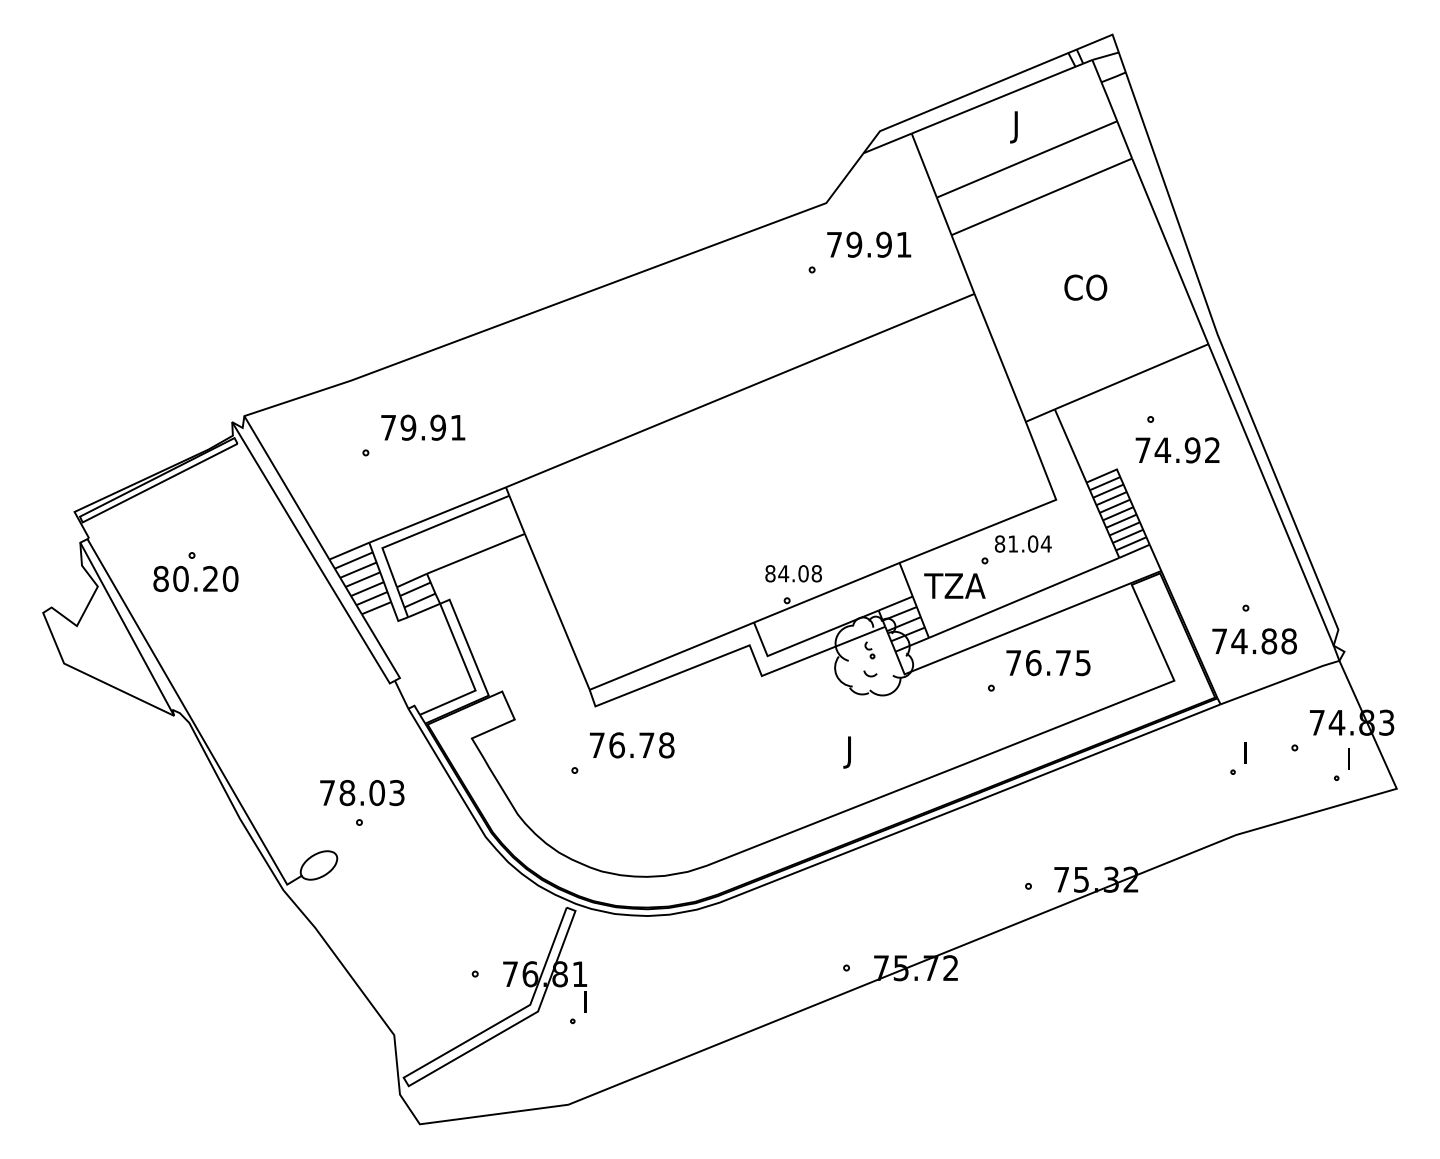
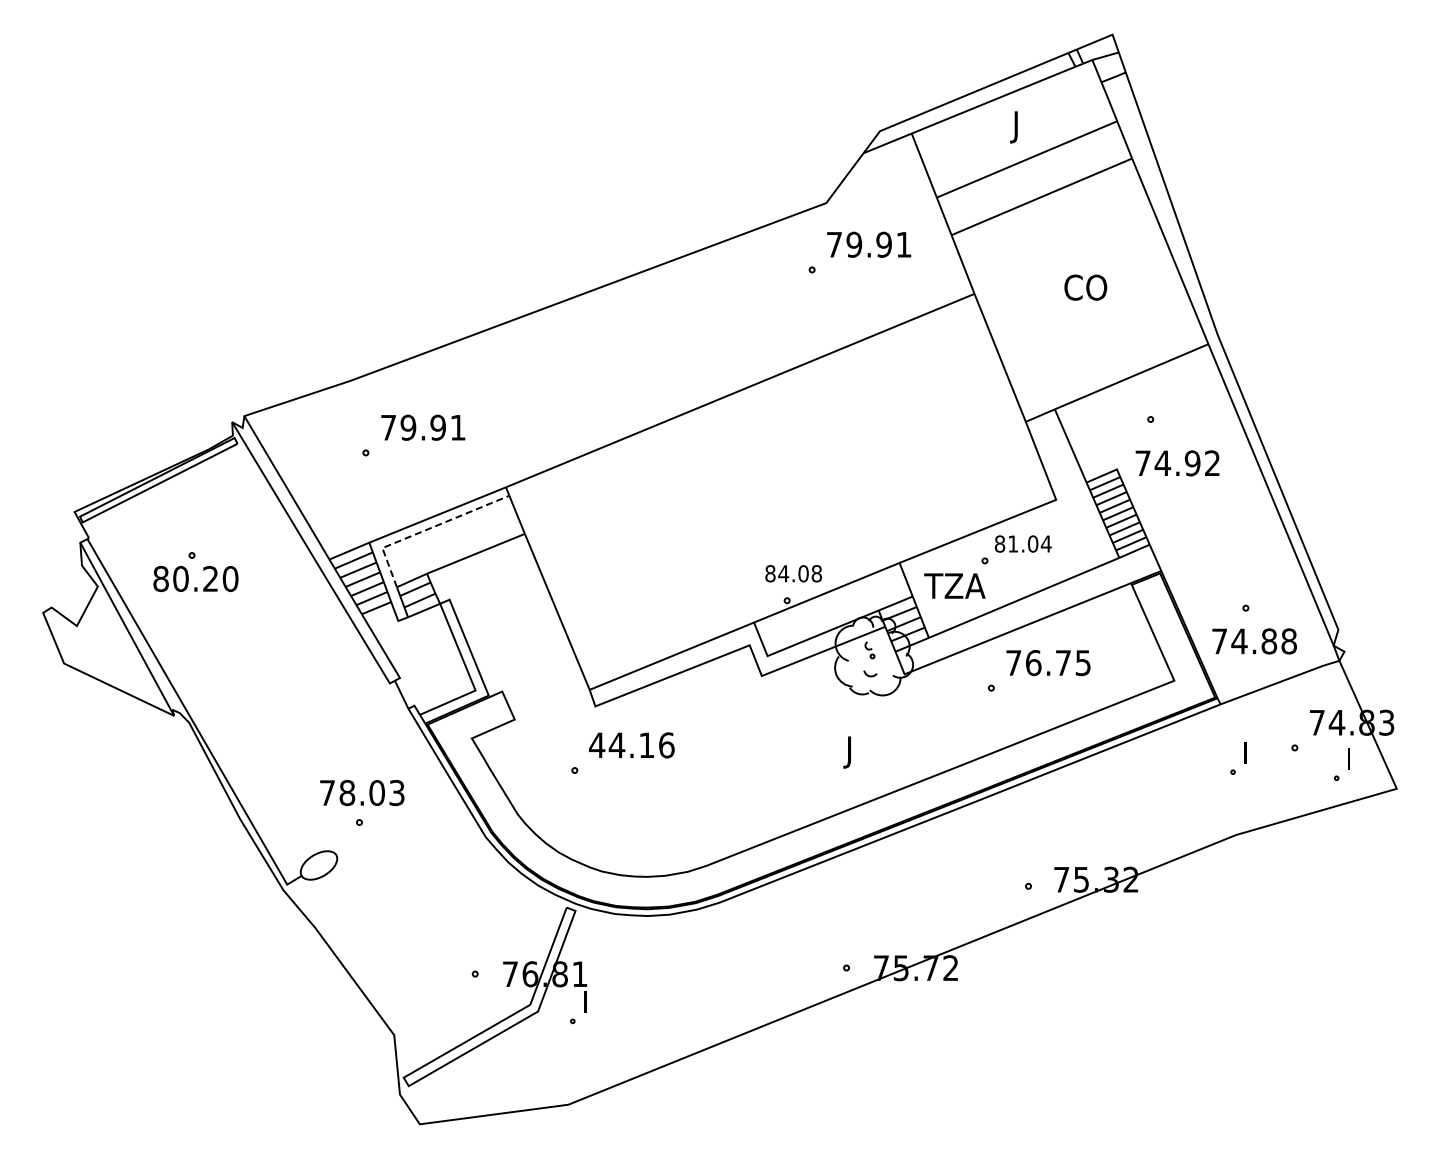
text at (1177, 450) position: (1177, 450) -> (1177, 463)
line at (426, 529): solid -> dashed
text at (631, 745): 76.78 -> 44.16
